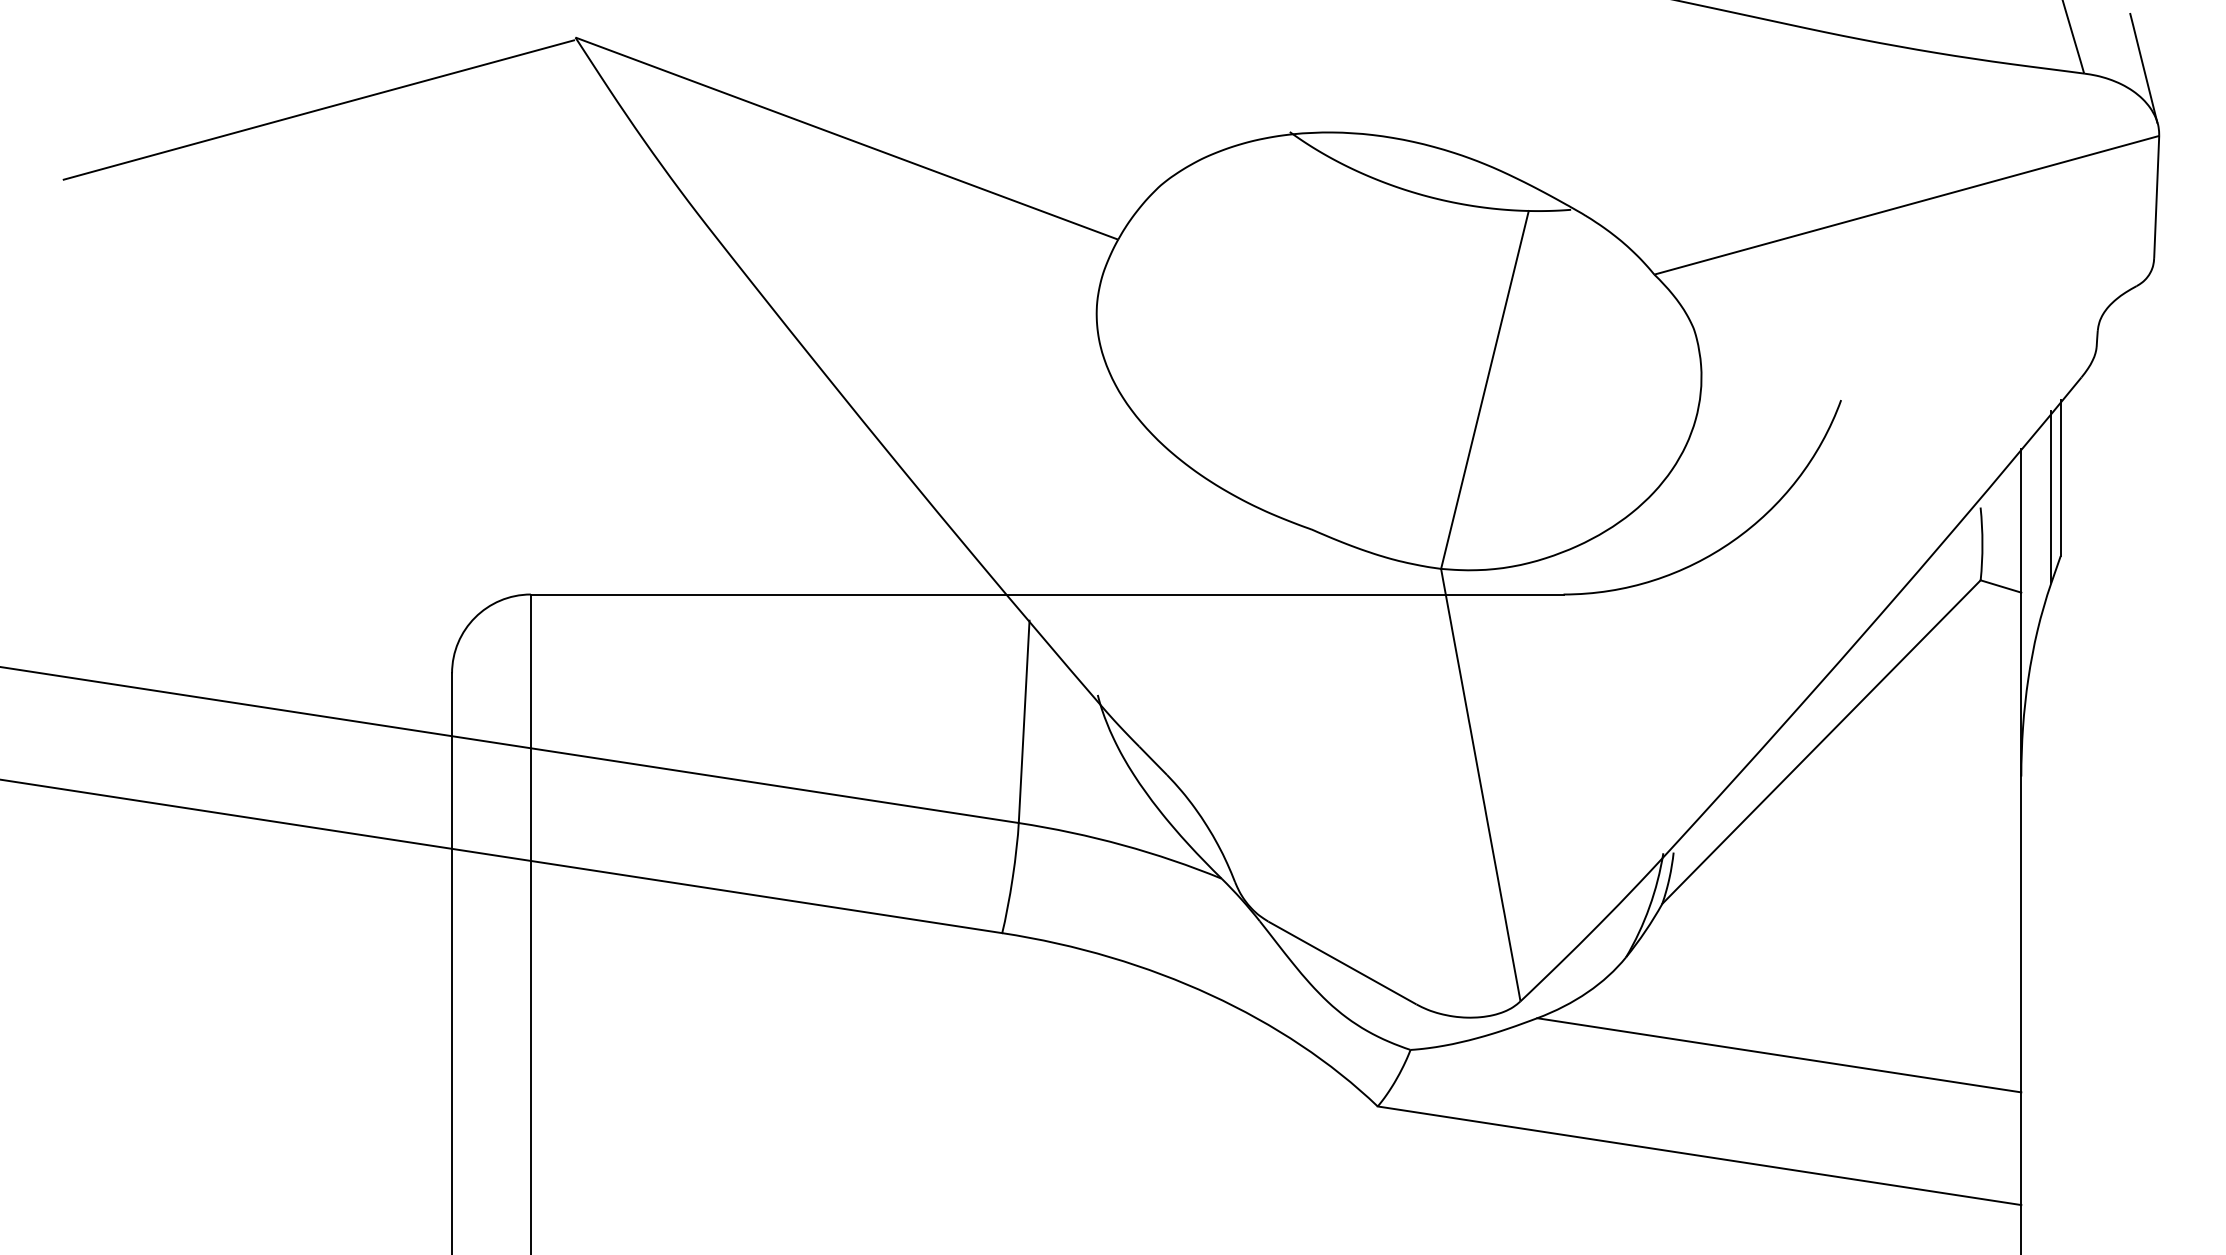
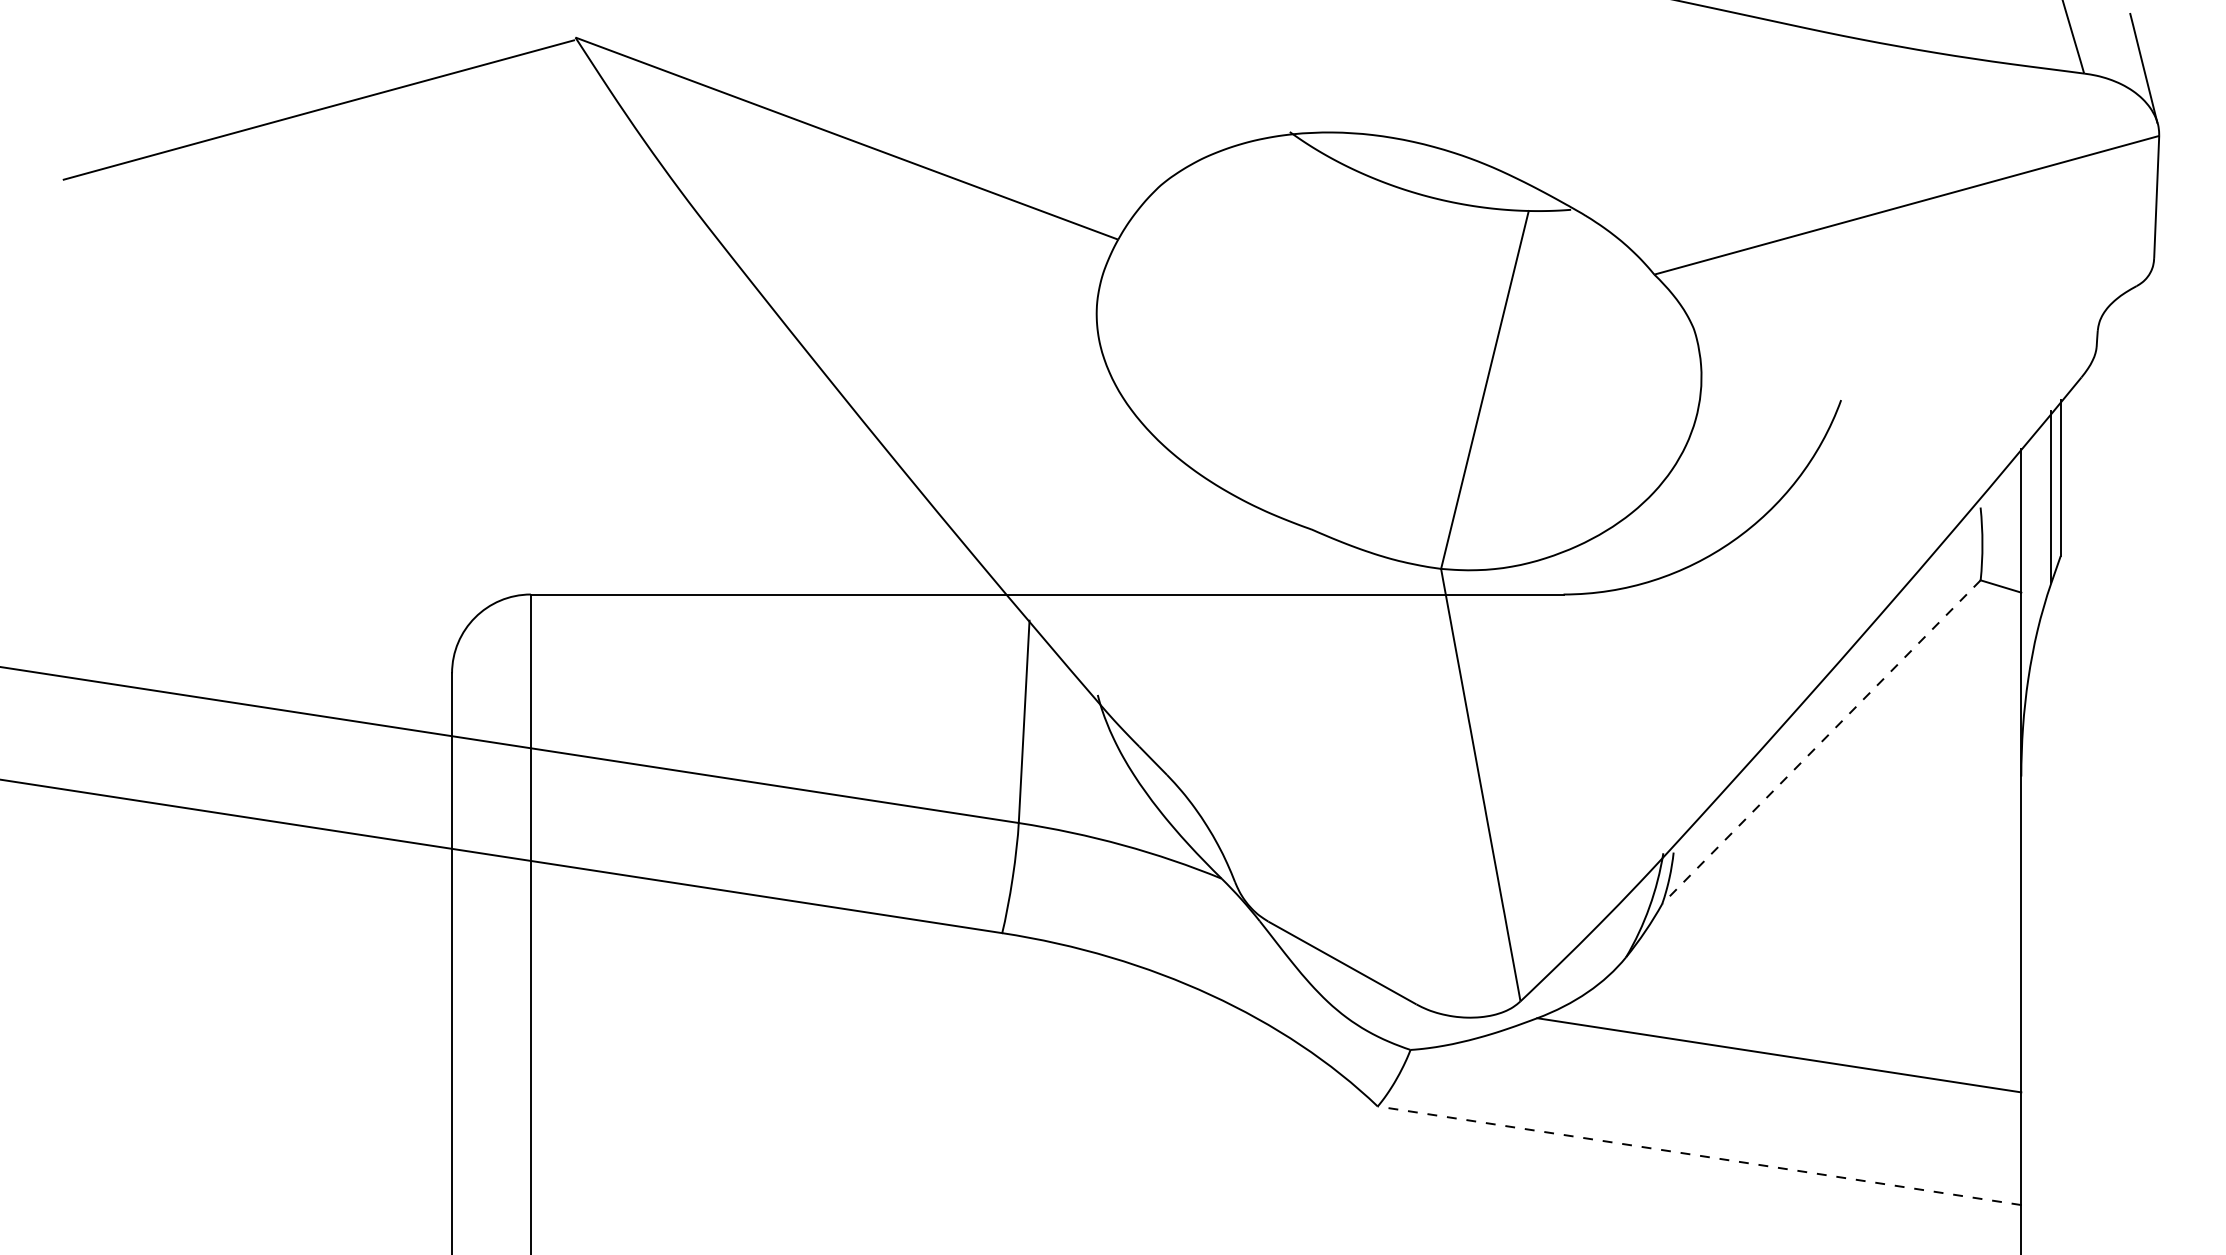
line at (1821, 742): solid -> dashed
line at (1699, 1155): solid -> dashed
